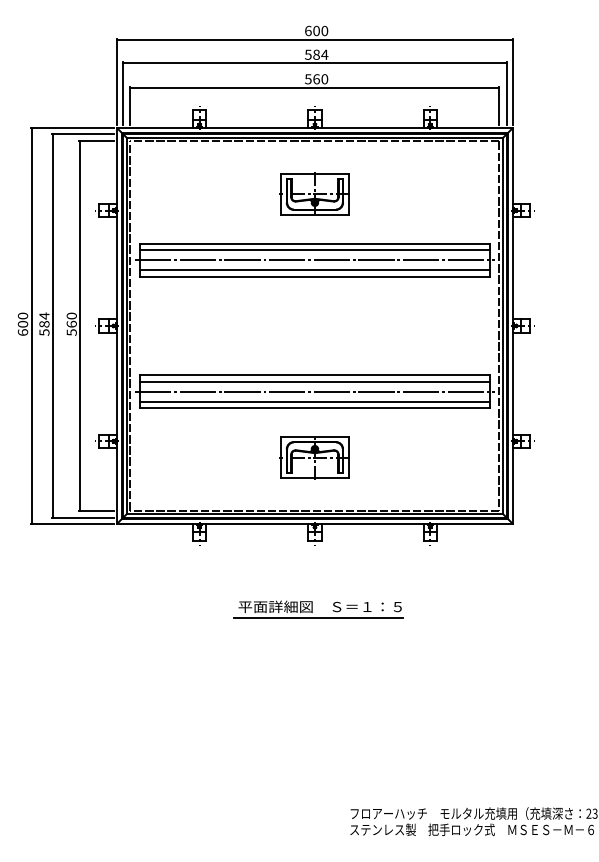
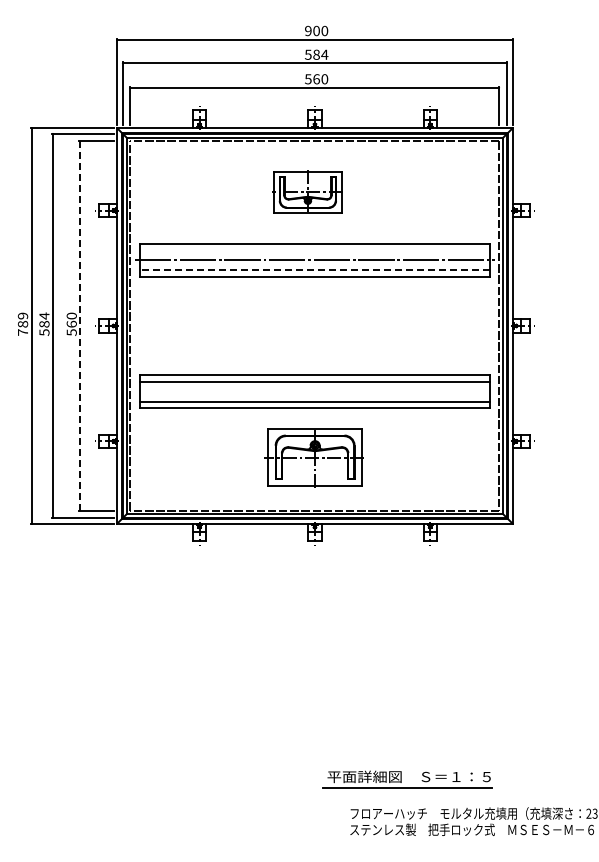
text at (308, 30): 600 -> 900
part at (314, 193) position: (314, 193) -> (307, 191)
line at (314, 250): present -> none
line at (314, 269): solid -> dashed
text at (22, 323): 600 -> 789
line at (80, 325): solid -> dashed
line at (314, 391): present -> none
part at (314, 457) size: 71x44 px -> 100x60 px
part at (318, 609) position: (318, 609) -> (407, 779)
